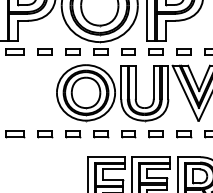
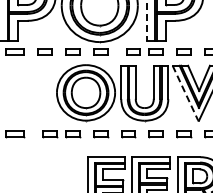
line at (146, 21): solid -> dashed
part at (128, 51) position: (128, 51) -> (133, 51)
line at (185, 93): solid -> dashed
part at (45, 134) position: (45, 134) -> (50, 134)
